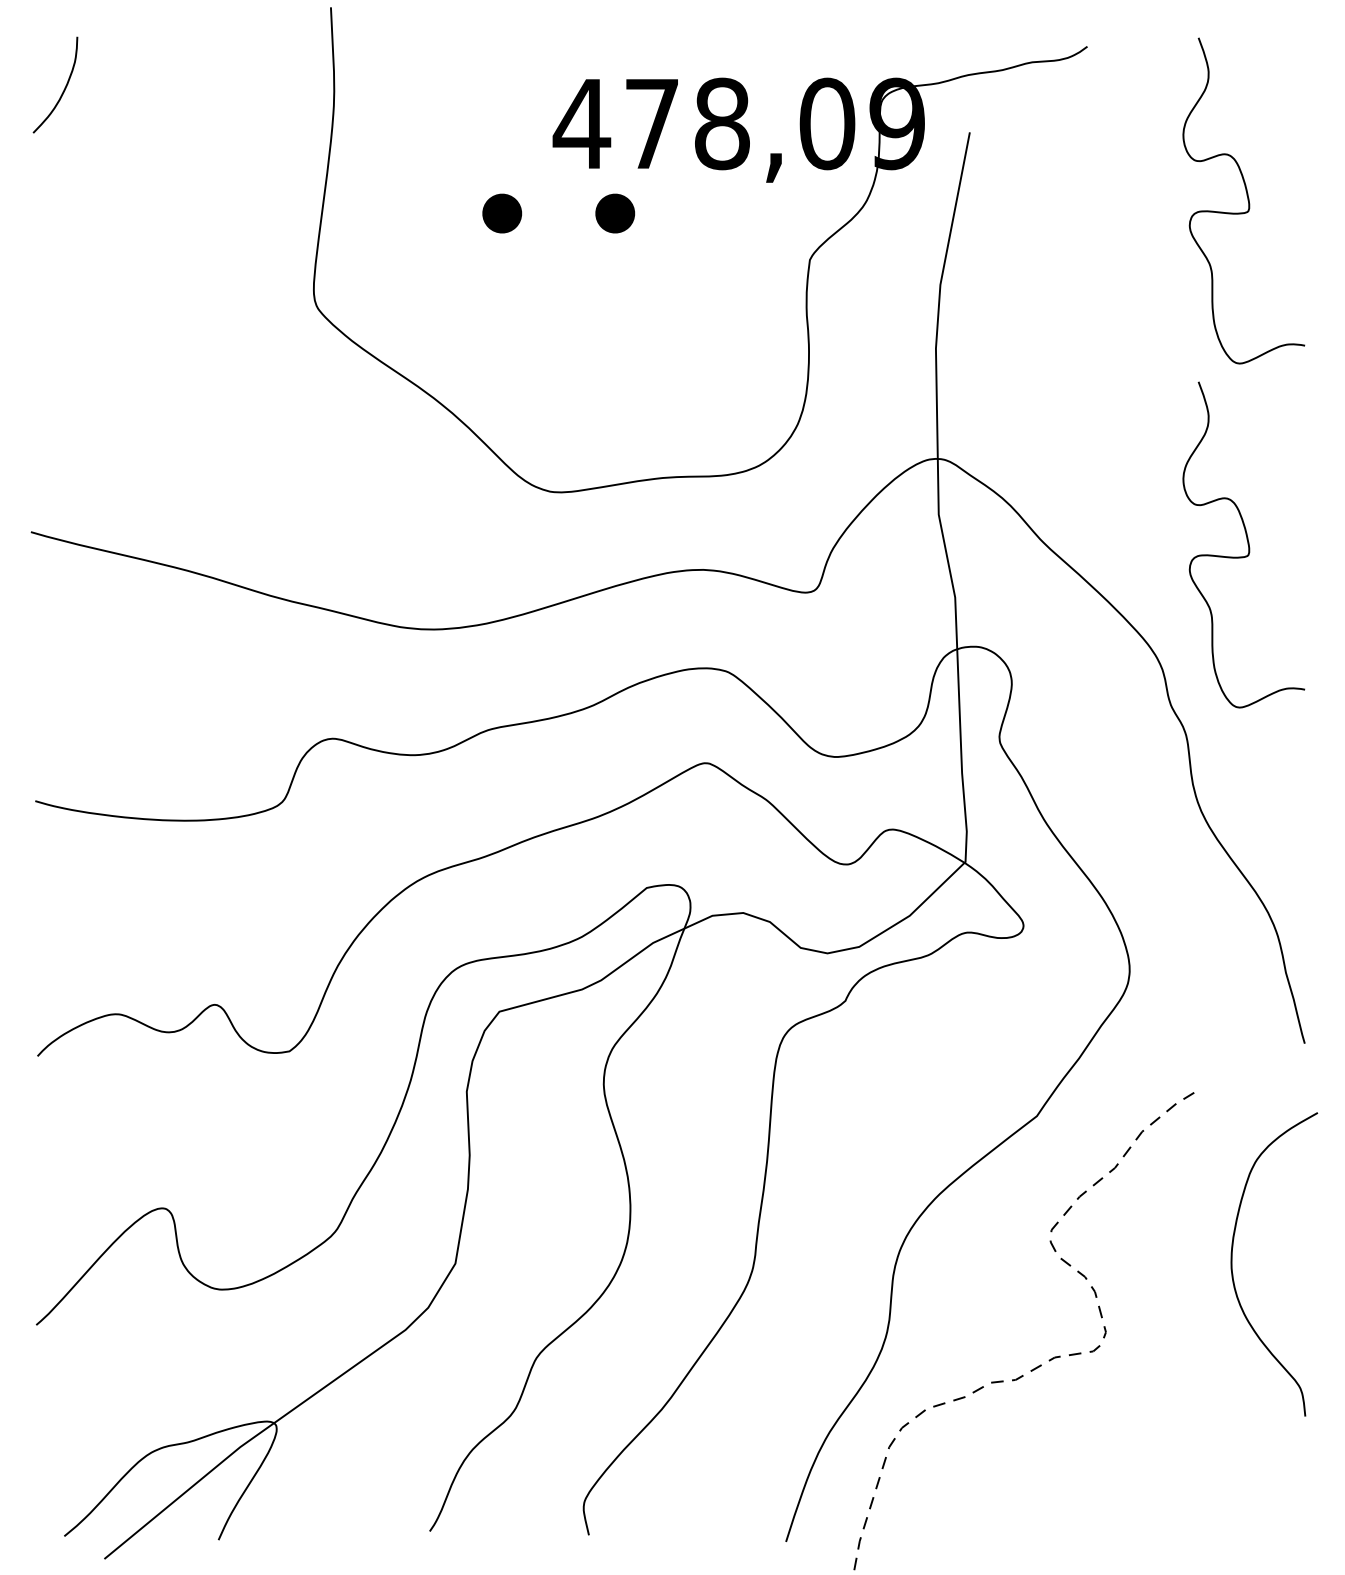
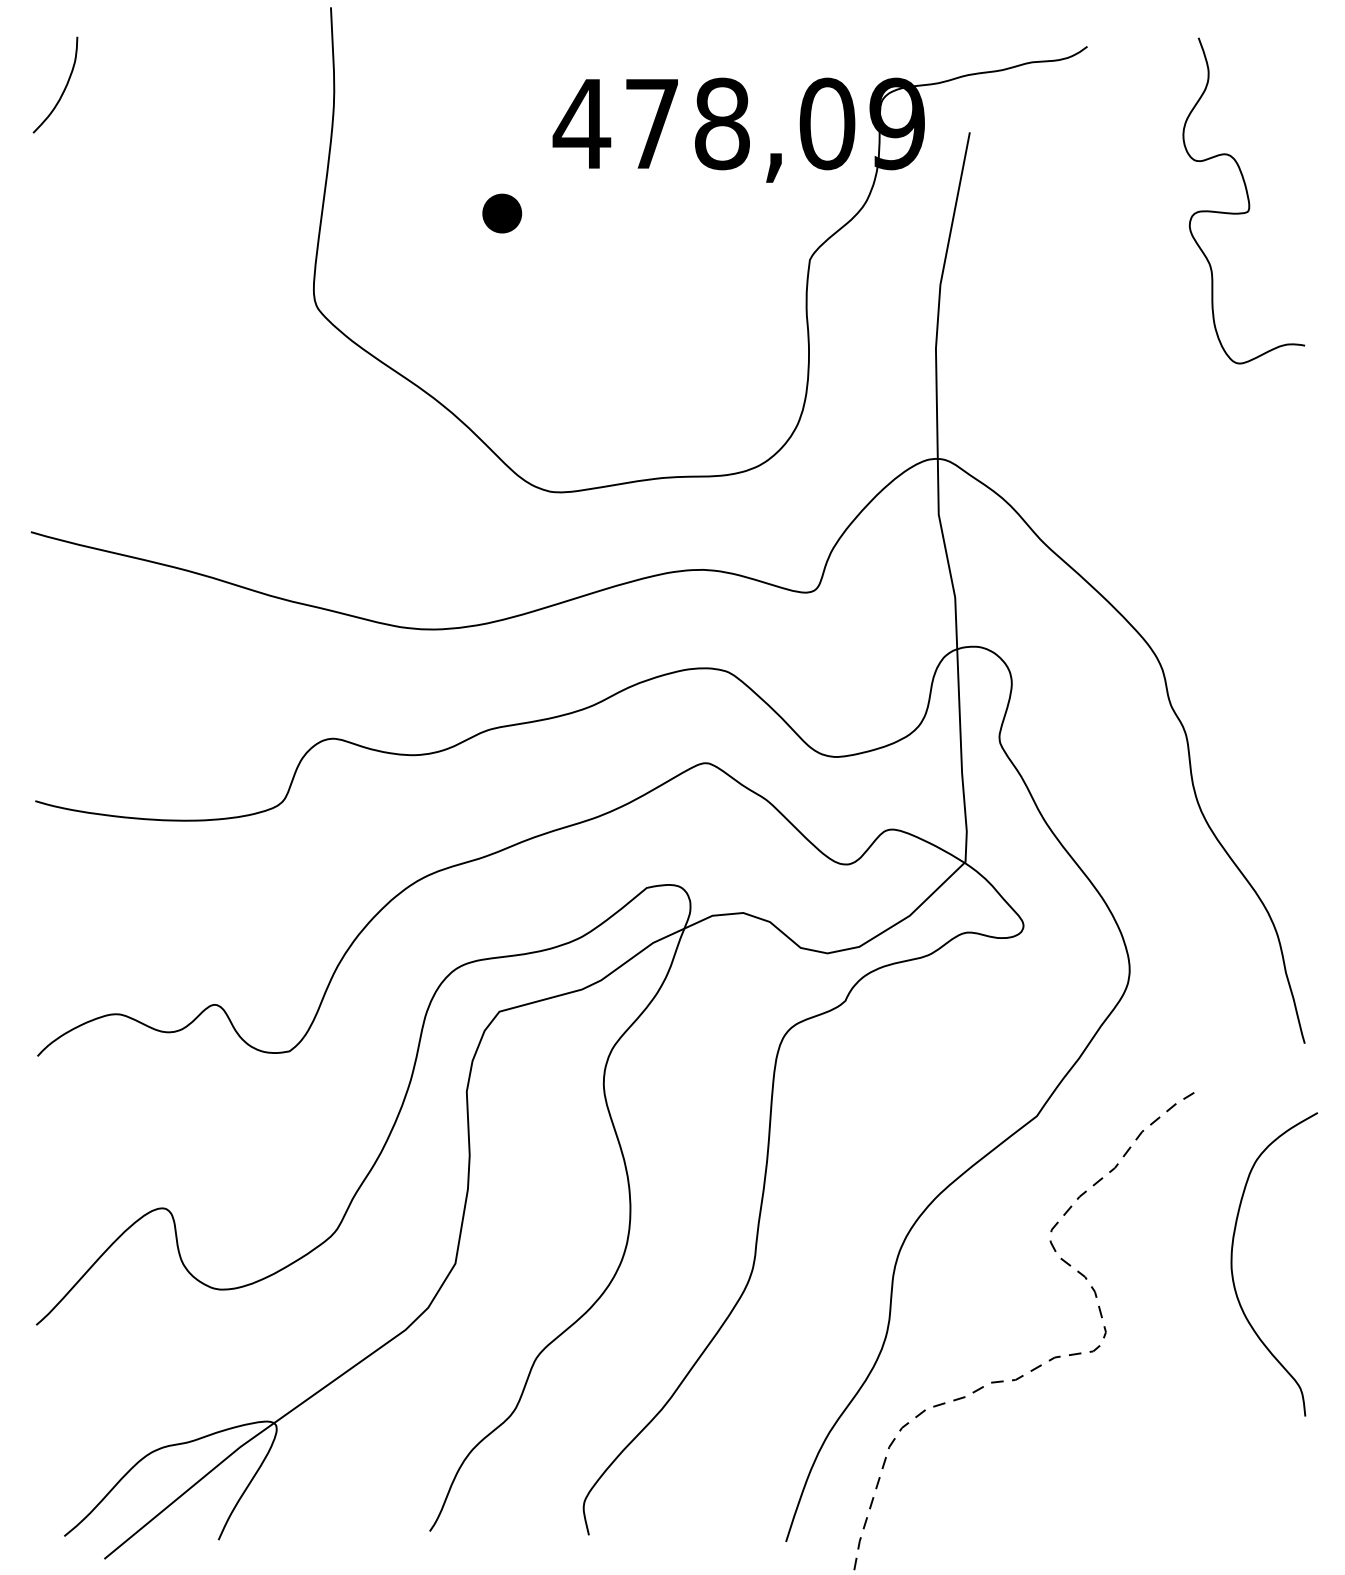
part at (615, 213): present -> none
curve at (1247, 544): present -> none
